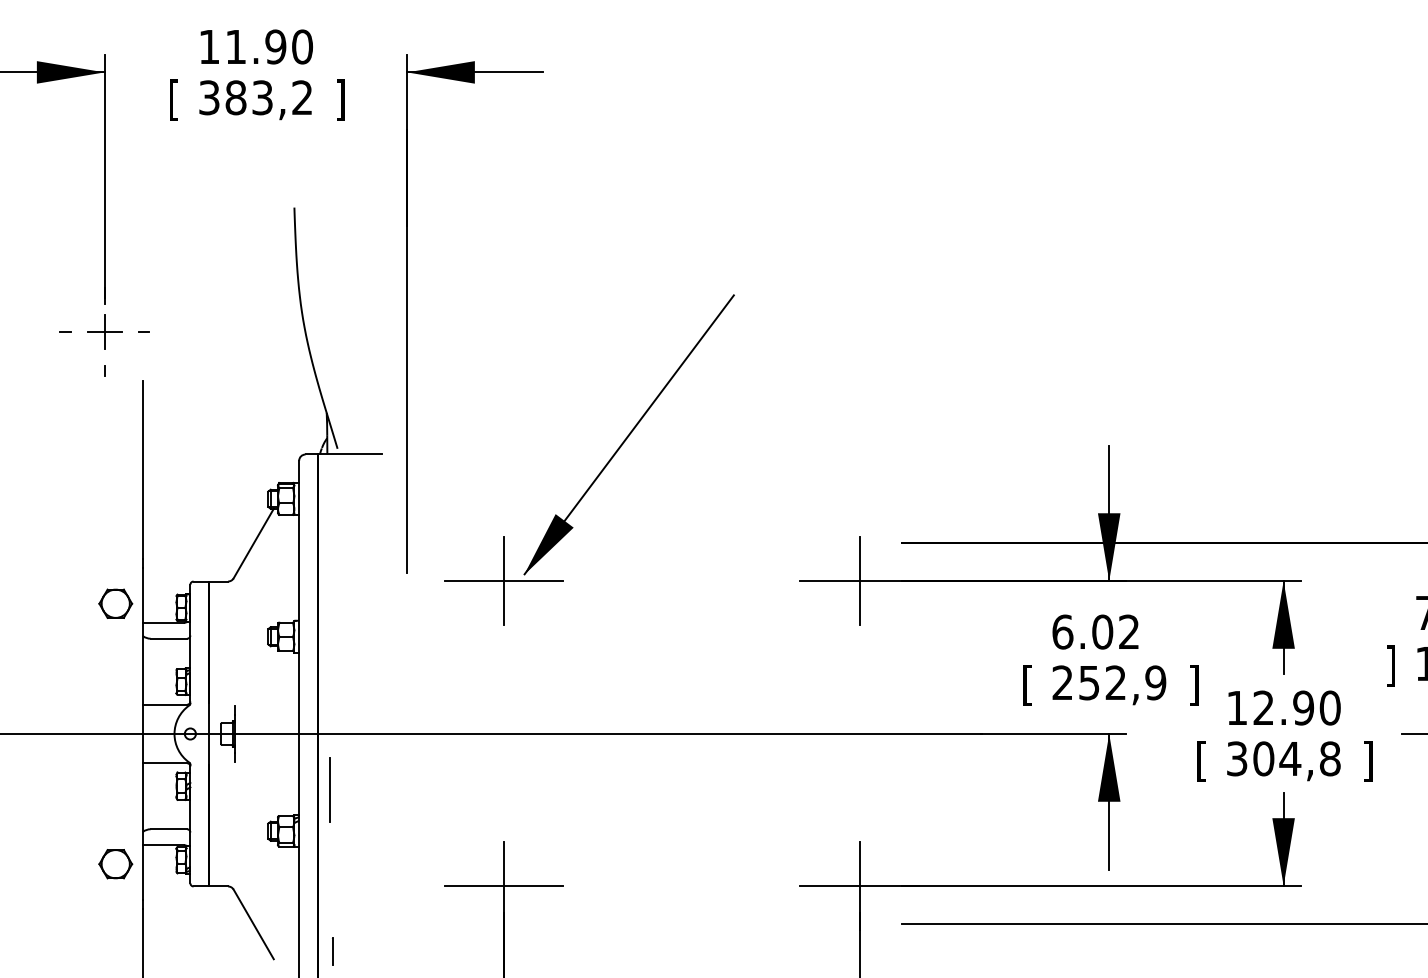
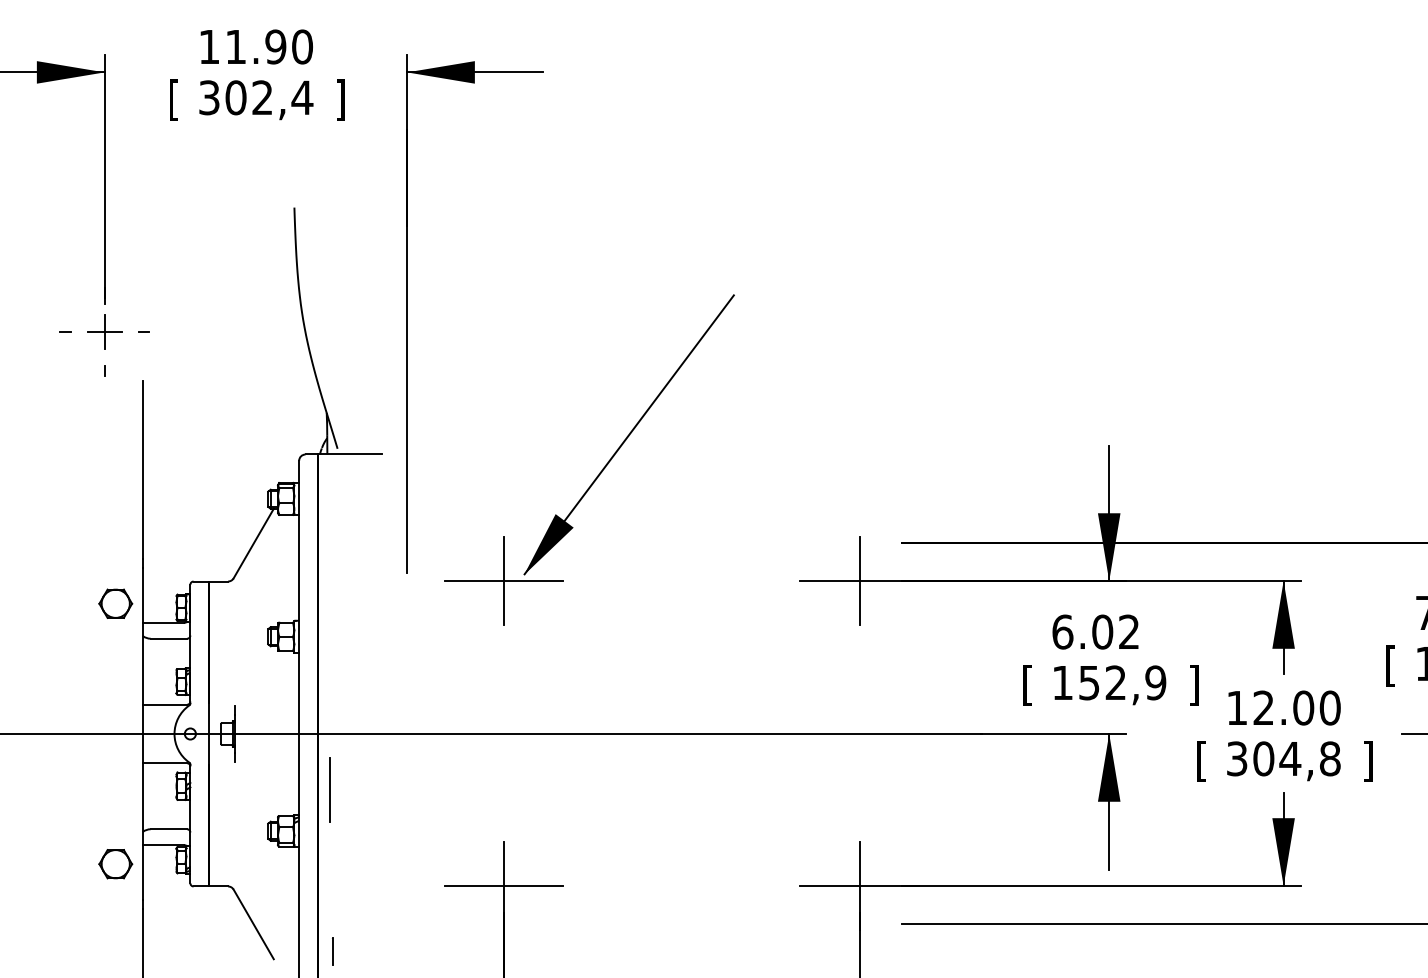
text at (269, 97): 383,2 -> 302,4
text at (1390, 665): ] -> [
text at (1062, 682): 252,9 -> 152,9
text at (1303, 707): 12.90 -> 12.00
